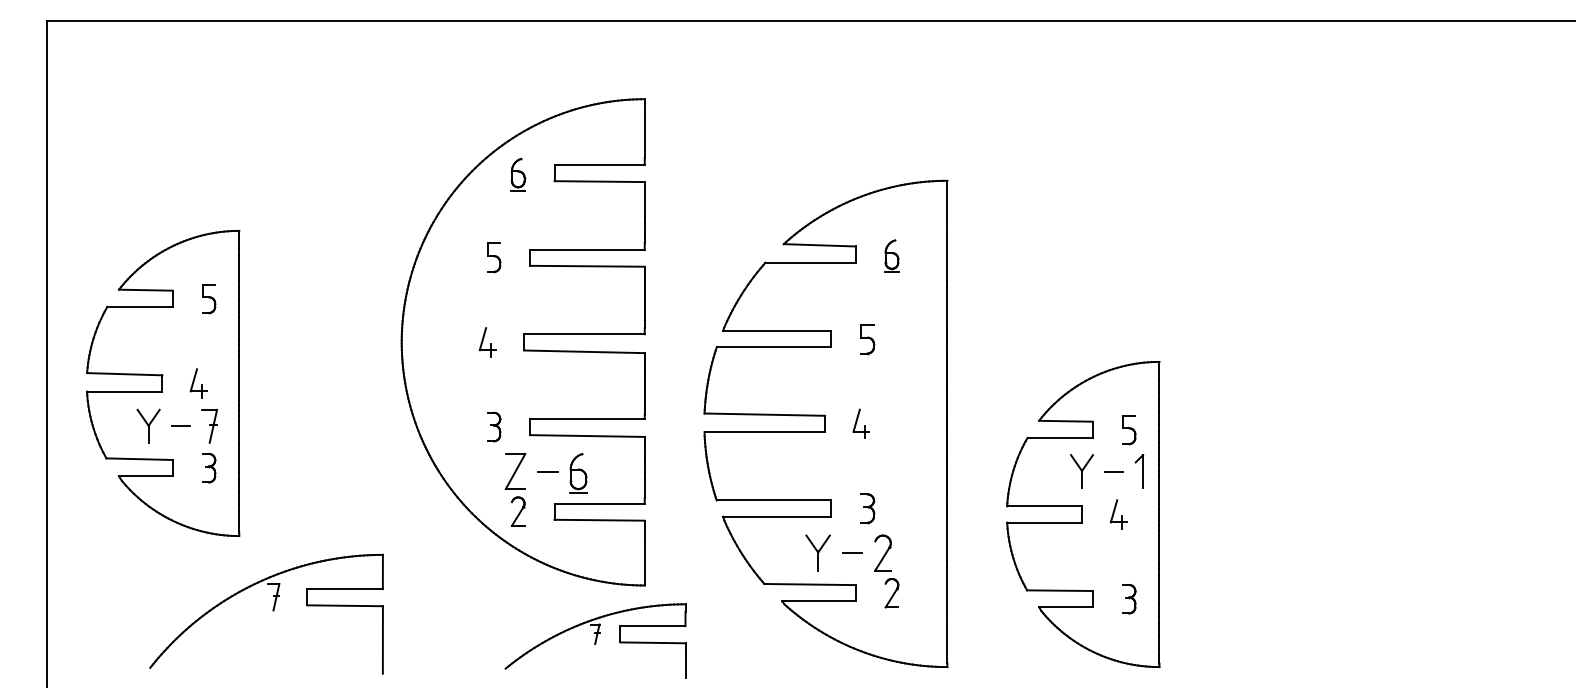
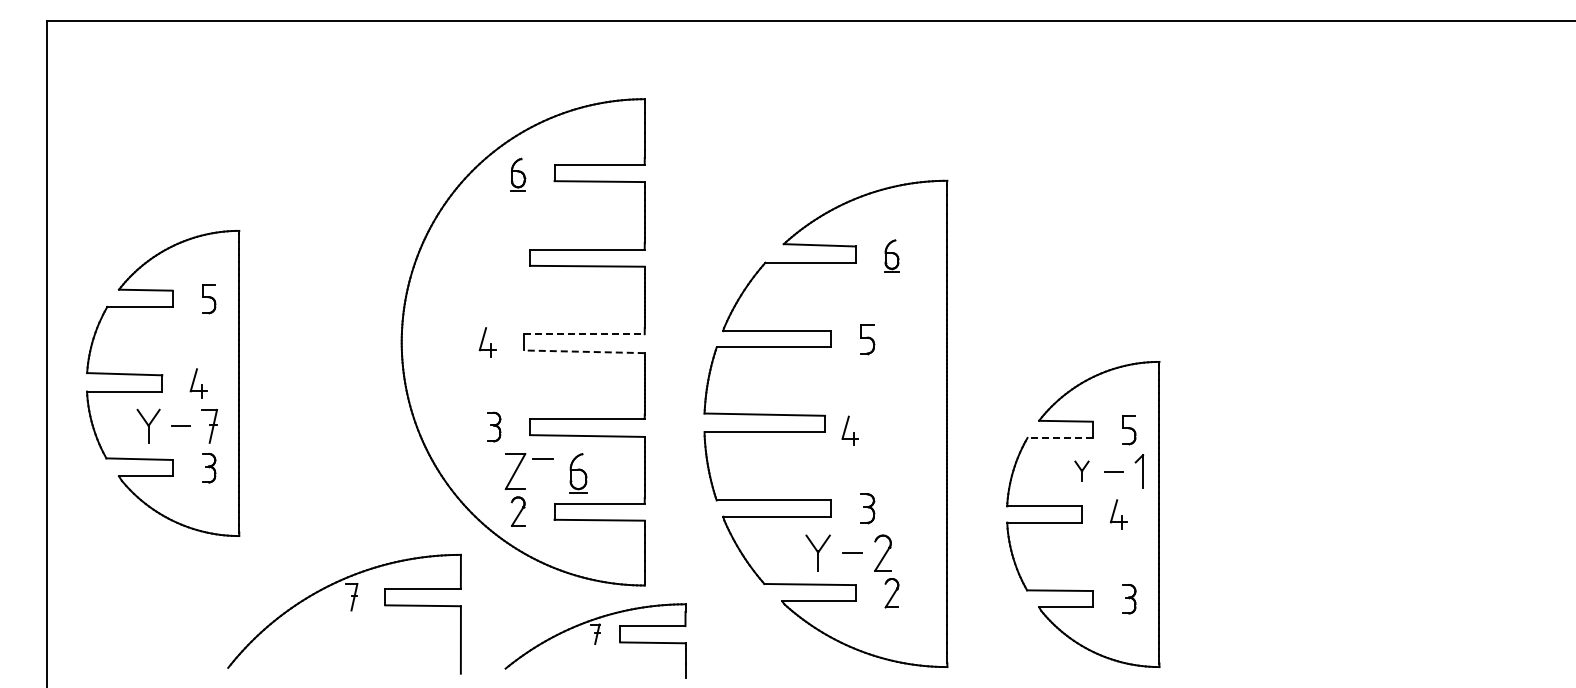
part at (494, 257): present -> none
line at (584, 334): solid -> dashed
line at (583, 351): solid -> dashed
part at (860, 423) position: (860, 423) -> (849, 430)
line at (1060, 437): solid -> dashed
line at (547, 471) position: (547, 471) -> (542, 458)
part at (1081, 471) size: 24x35 px -> 16x22 px
part at (272, 611) position: (272, 611) -> (350, 611)
